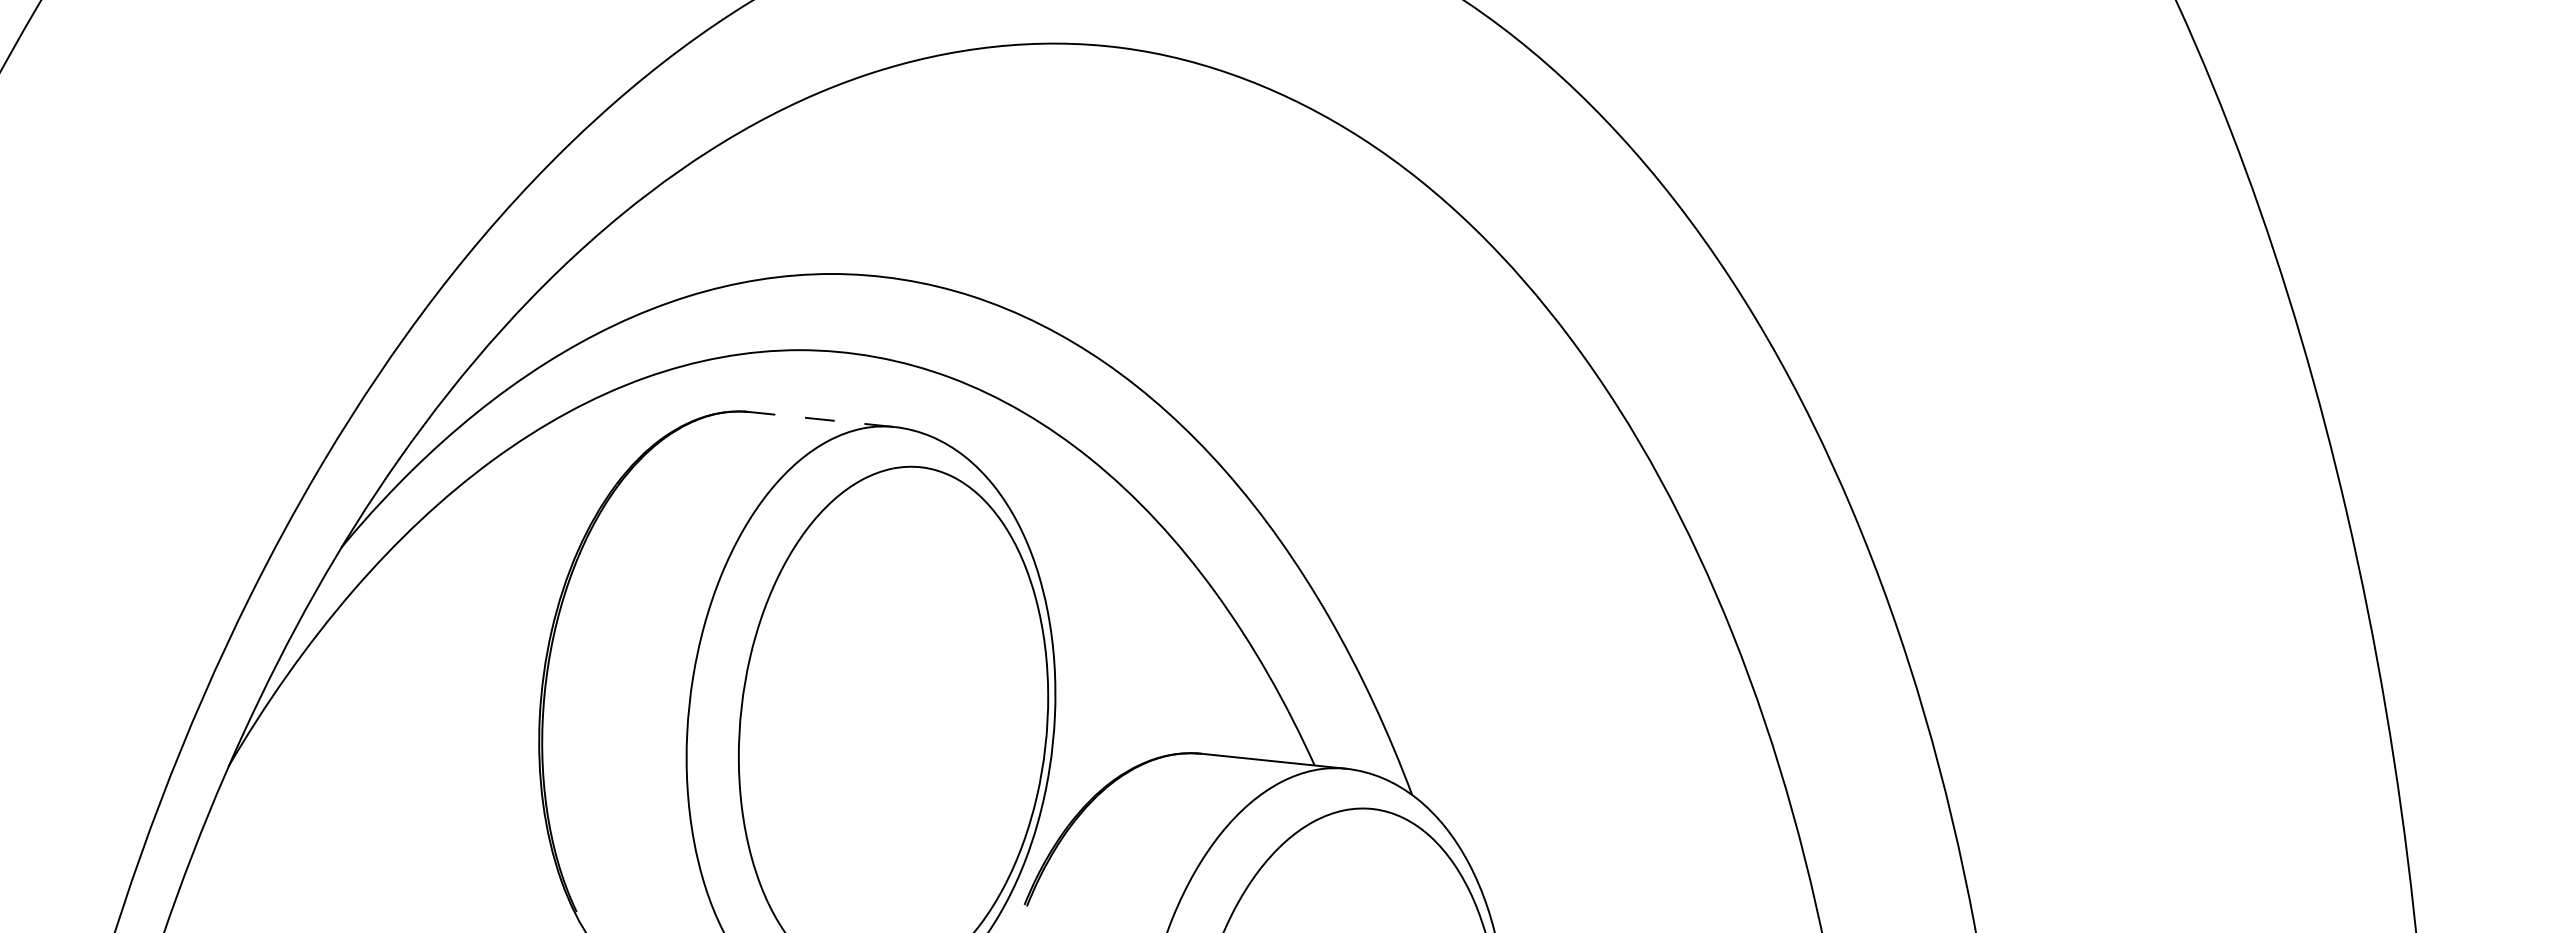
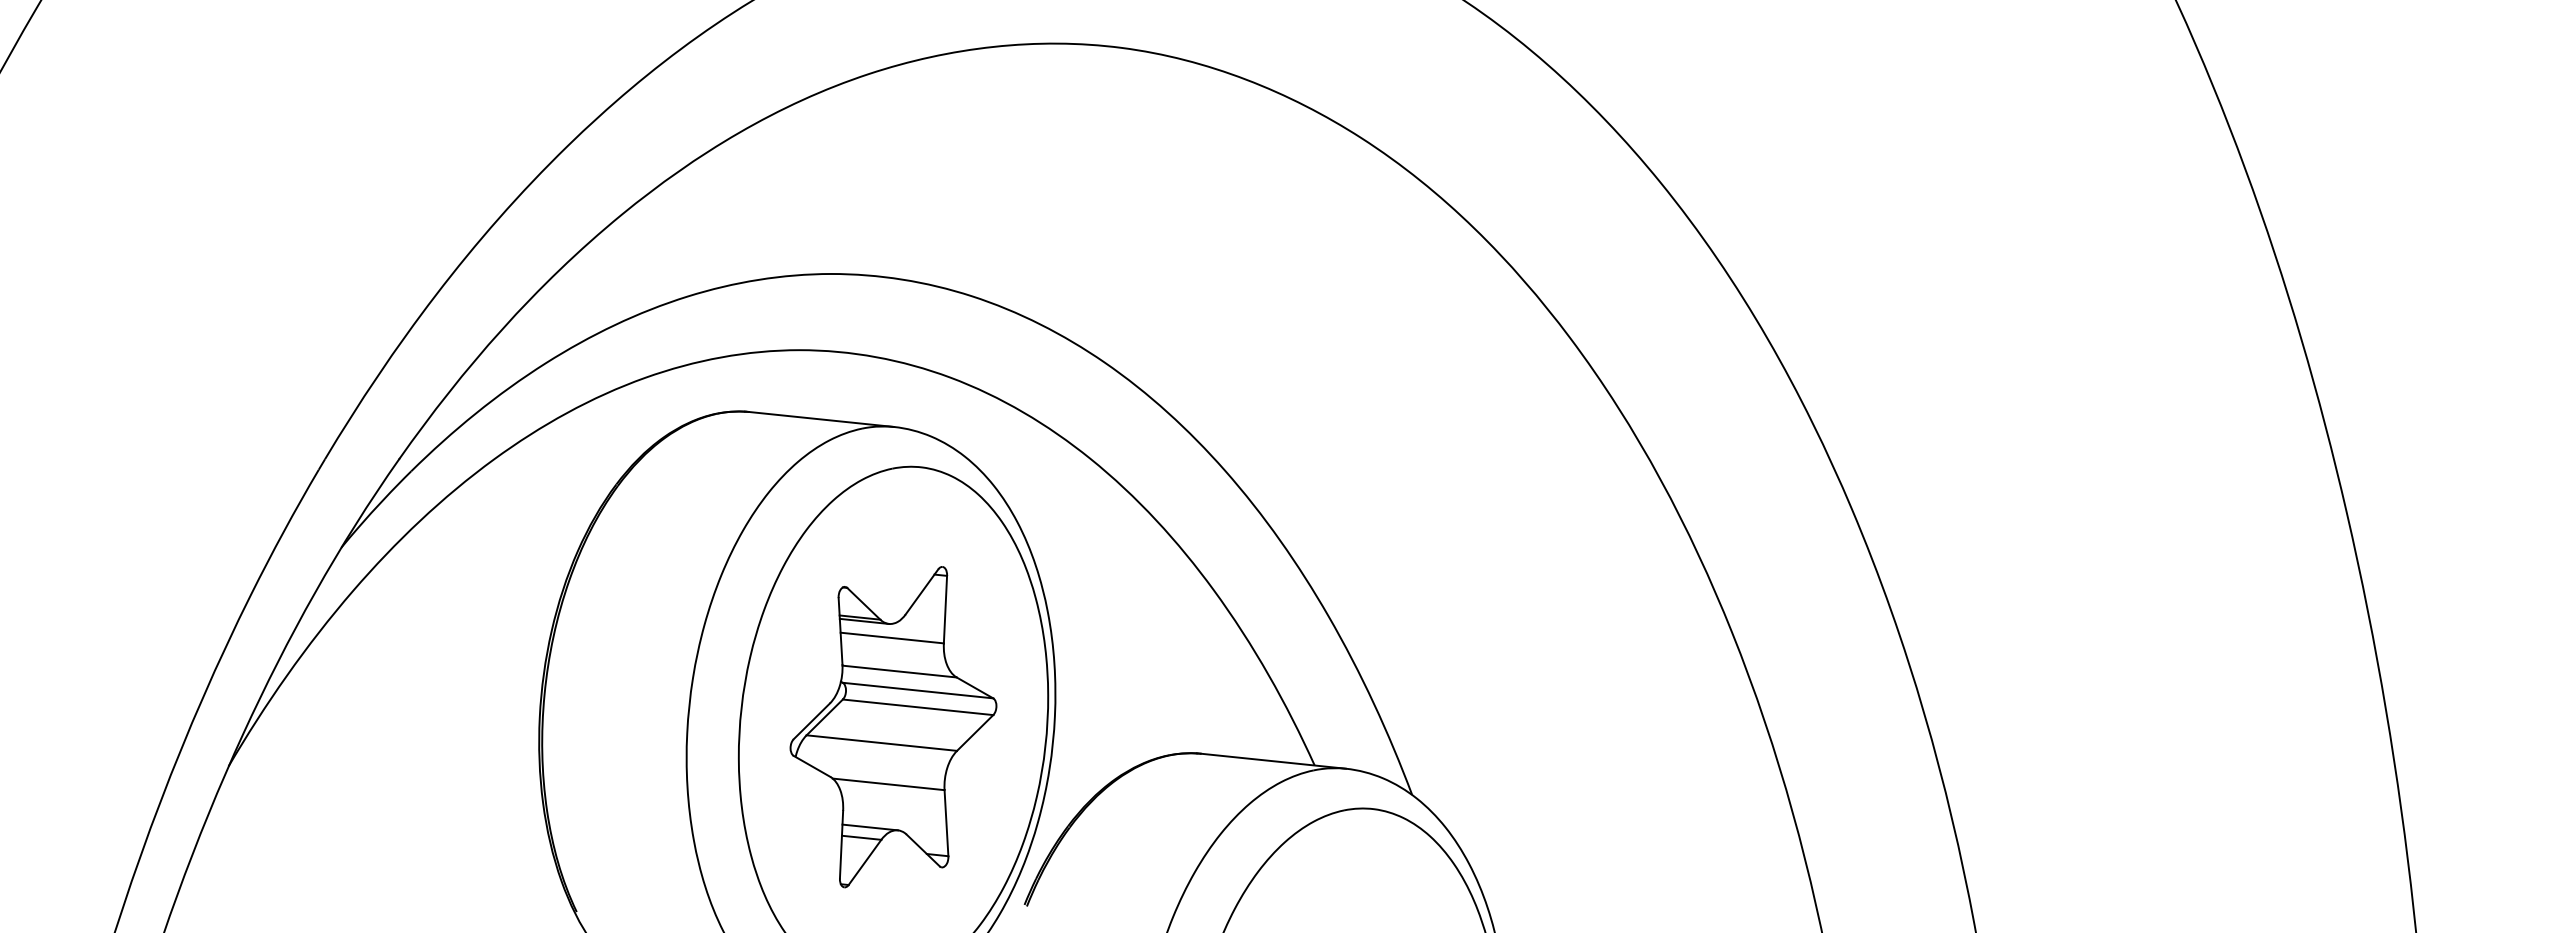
line at (821, 419): dashed -> solid
part at (893, 727): none -> present
